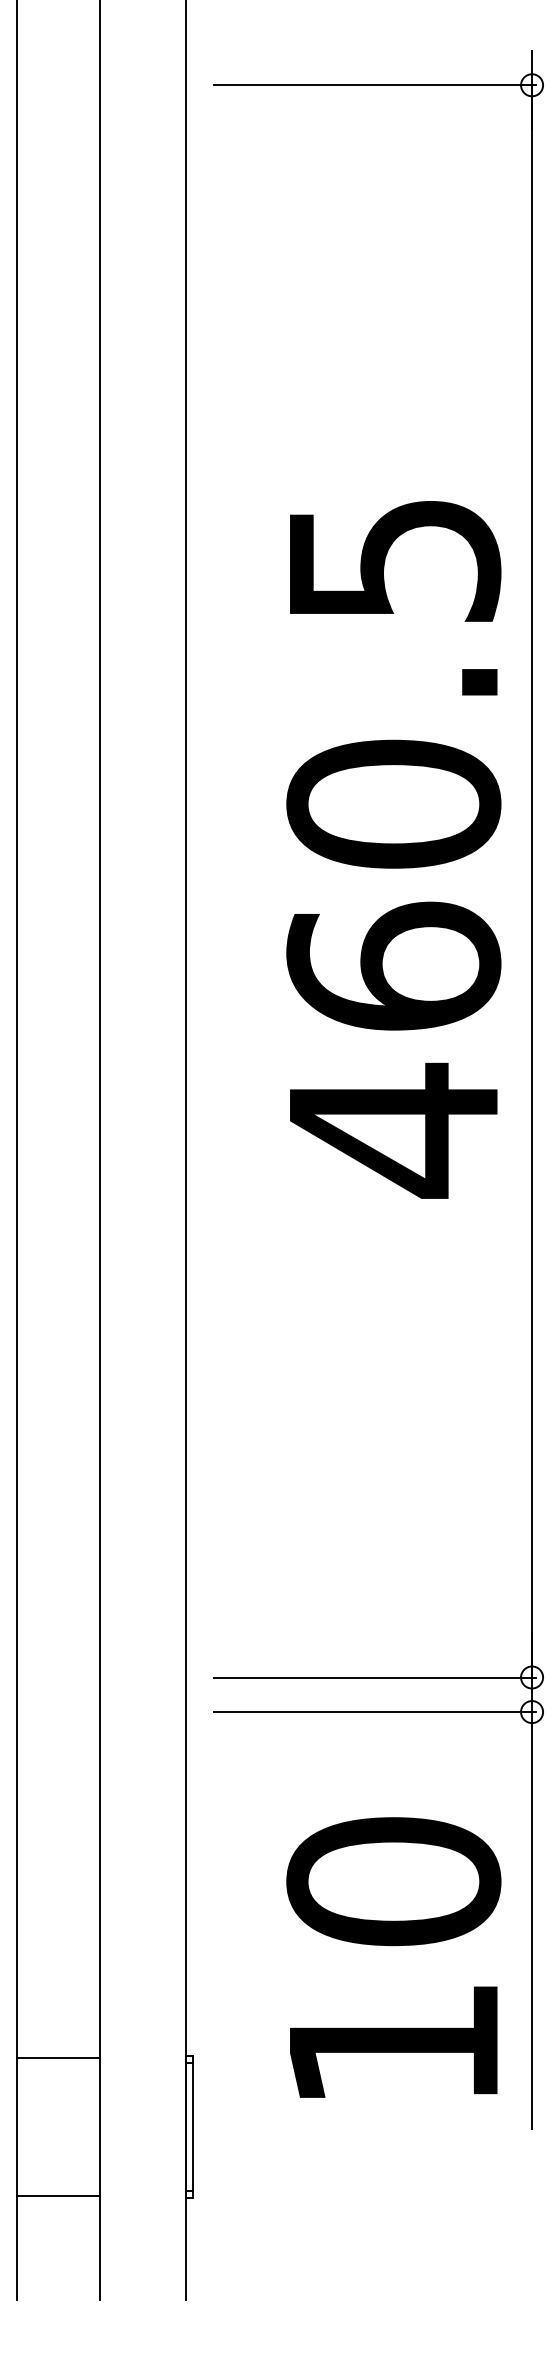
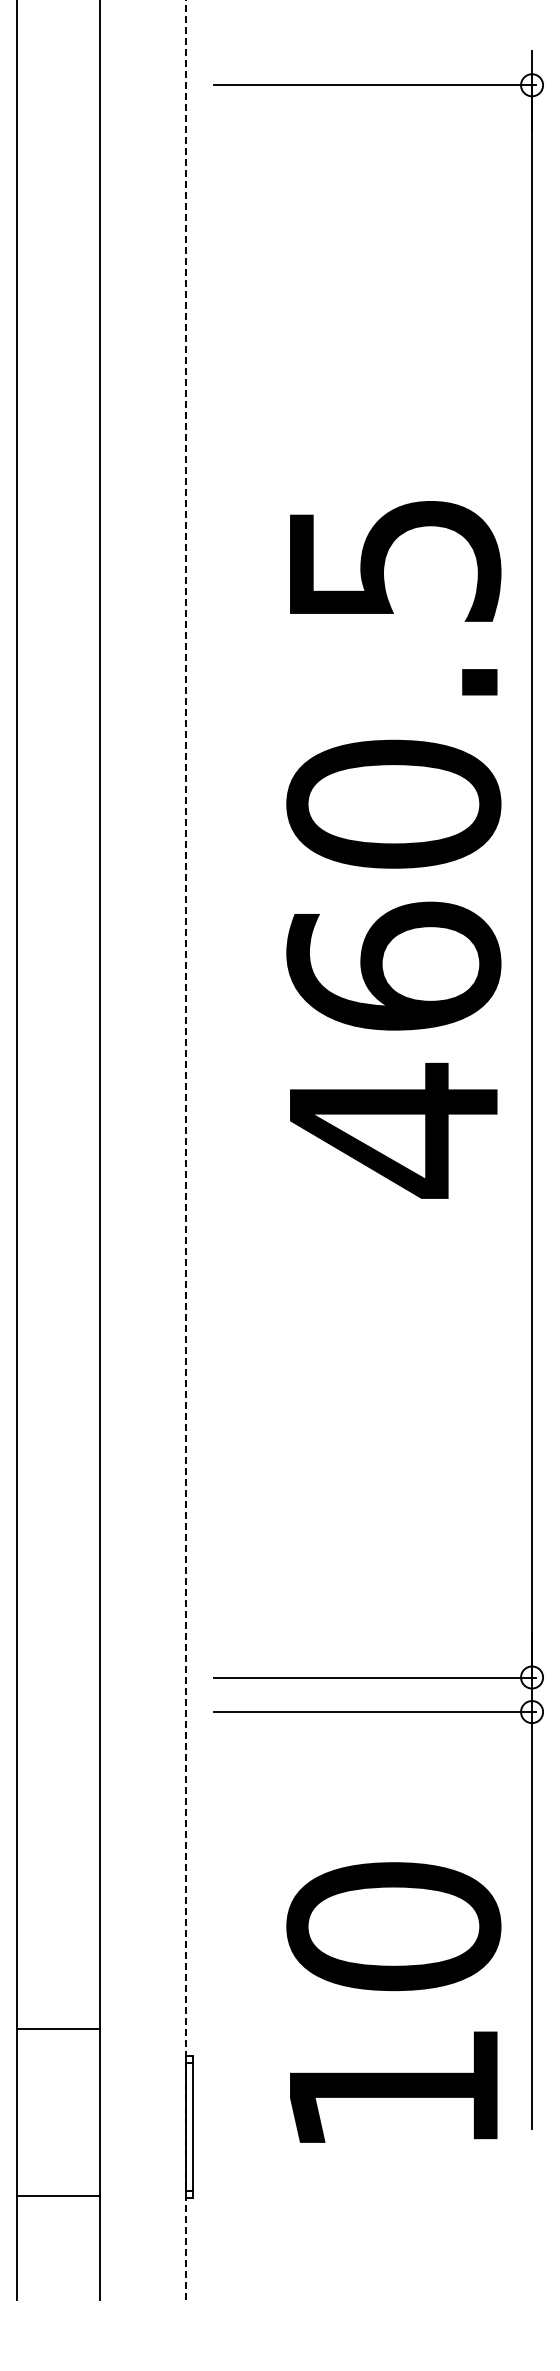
line at (186, 1150): solid -> dashed
text at (393, 1957) position: (393, 1957) -> (393, 2002)
line at (57, 2057) position: (57, 2057) -> (57, 2028)
